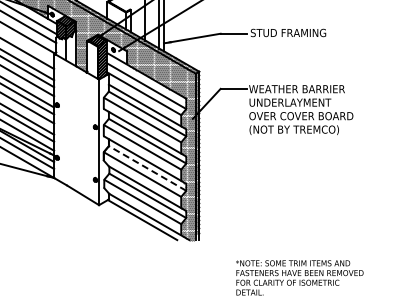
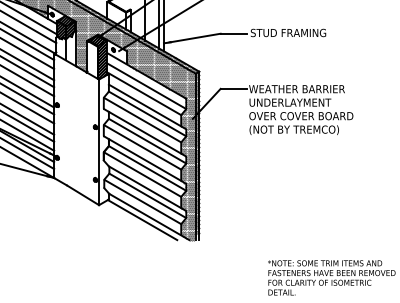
line at (28, 45): none -> present
line at (147, 168): dashed -> solid
text at (299, 277) position: (299, 277) -> (331, 277)
